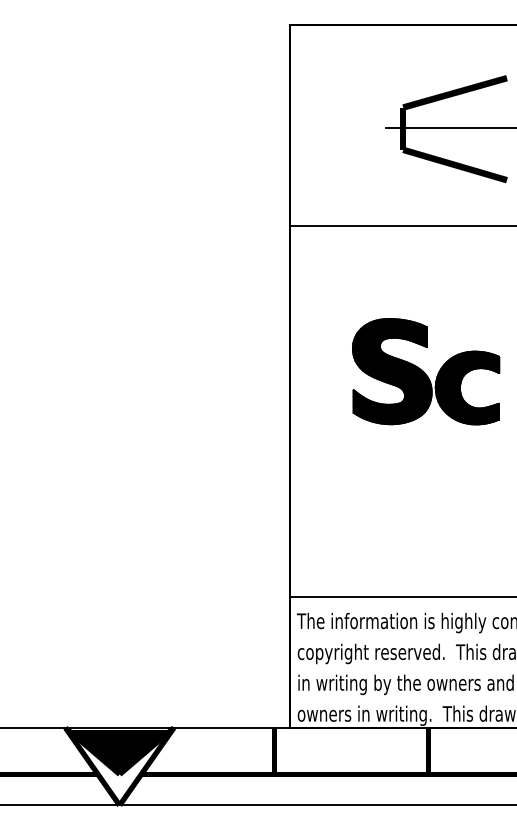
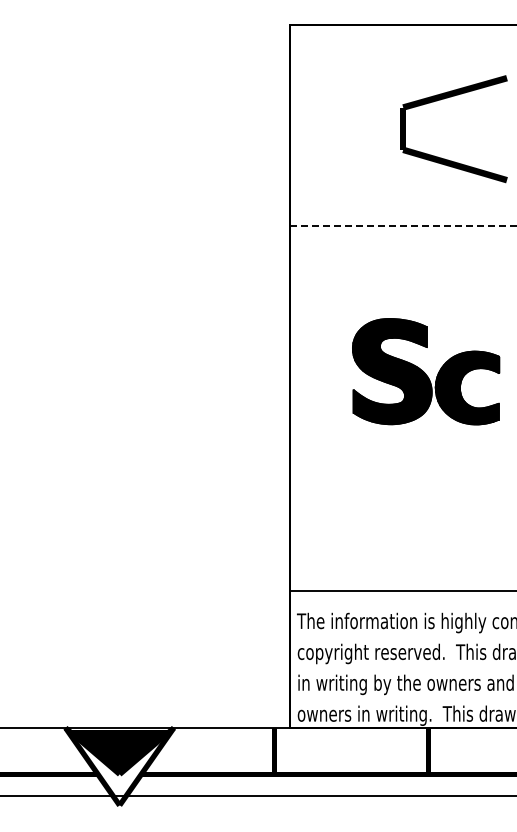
line at (449, 128): present -> none
line at (403, 225): solid -> dashed
line at (401, 596) position: (401, 596) -> (401, 590)
line at (257, 805) position: (257, 805) -> (257, 796)
